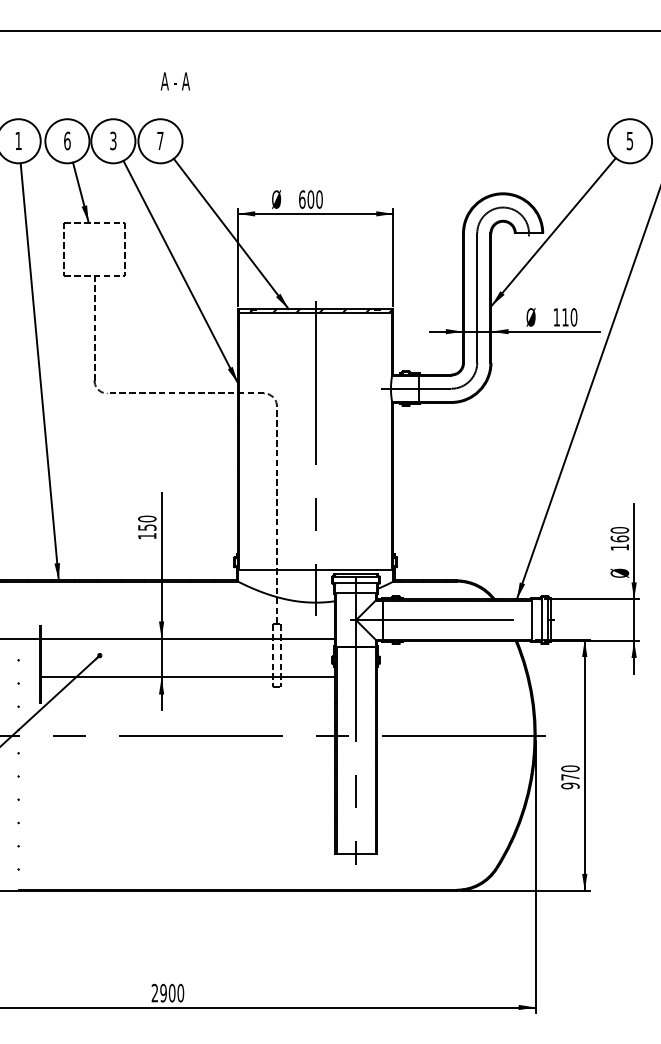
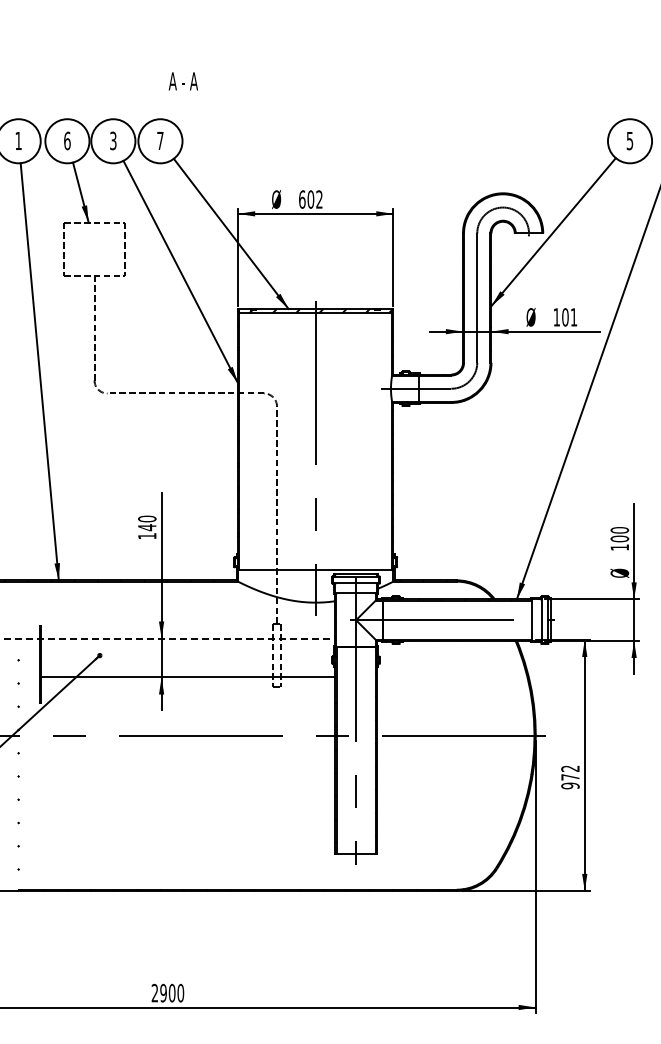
line at (329, 31): present -> none
text at (174, 81) position: (174, 81) -> (182, 81)
text at (319, 199): 600 -> 602
text at (569, 317): 110 -> 101
text at (147, 527): 150 -> 140
text at (619, 538): 160 -> 100
line at (168, 638): solid -> dashed
text at (570, 768): 970 -> 972
